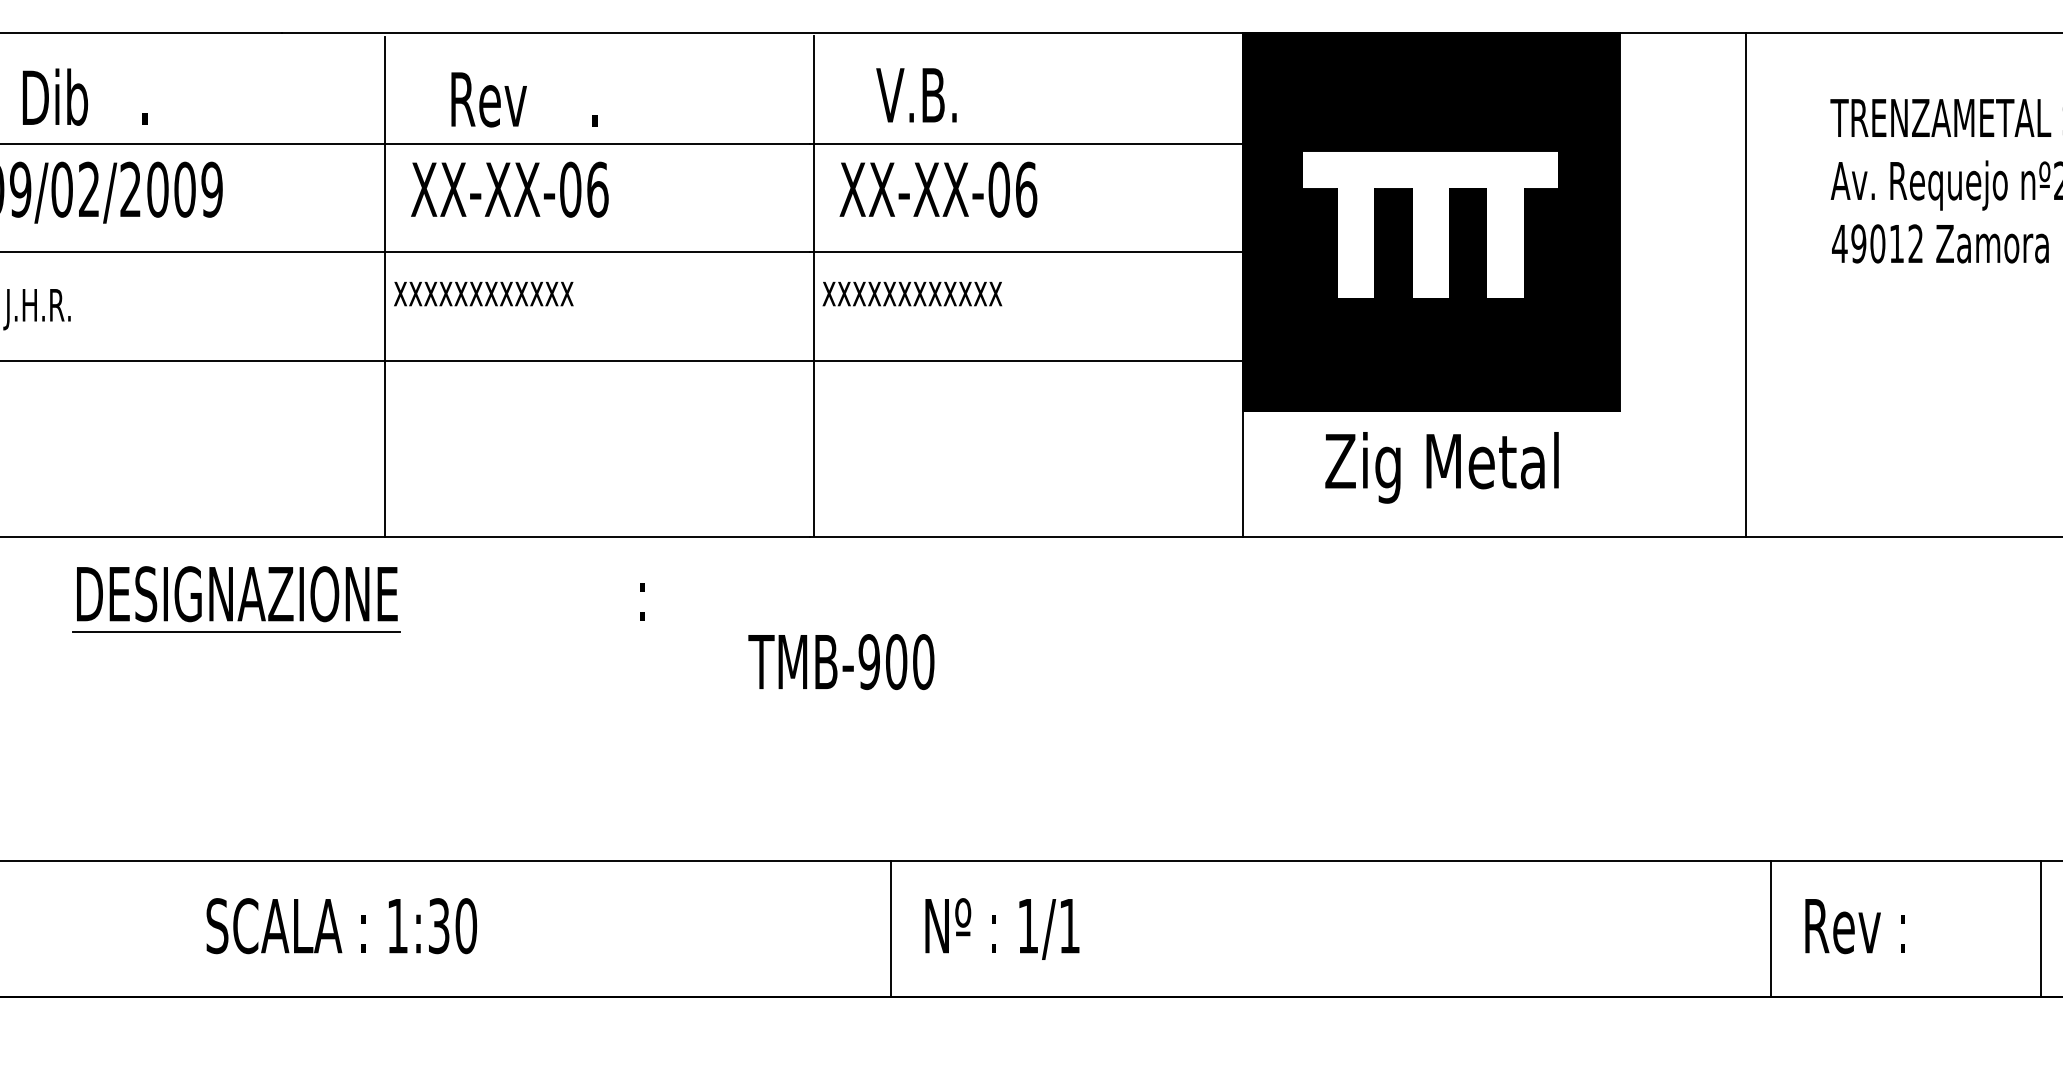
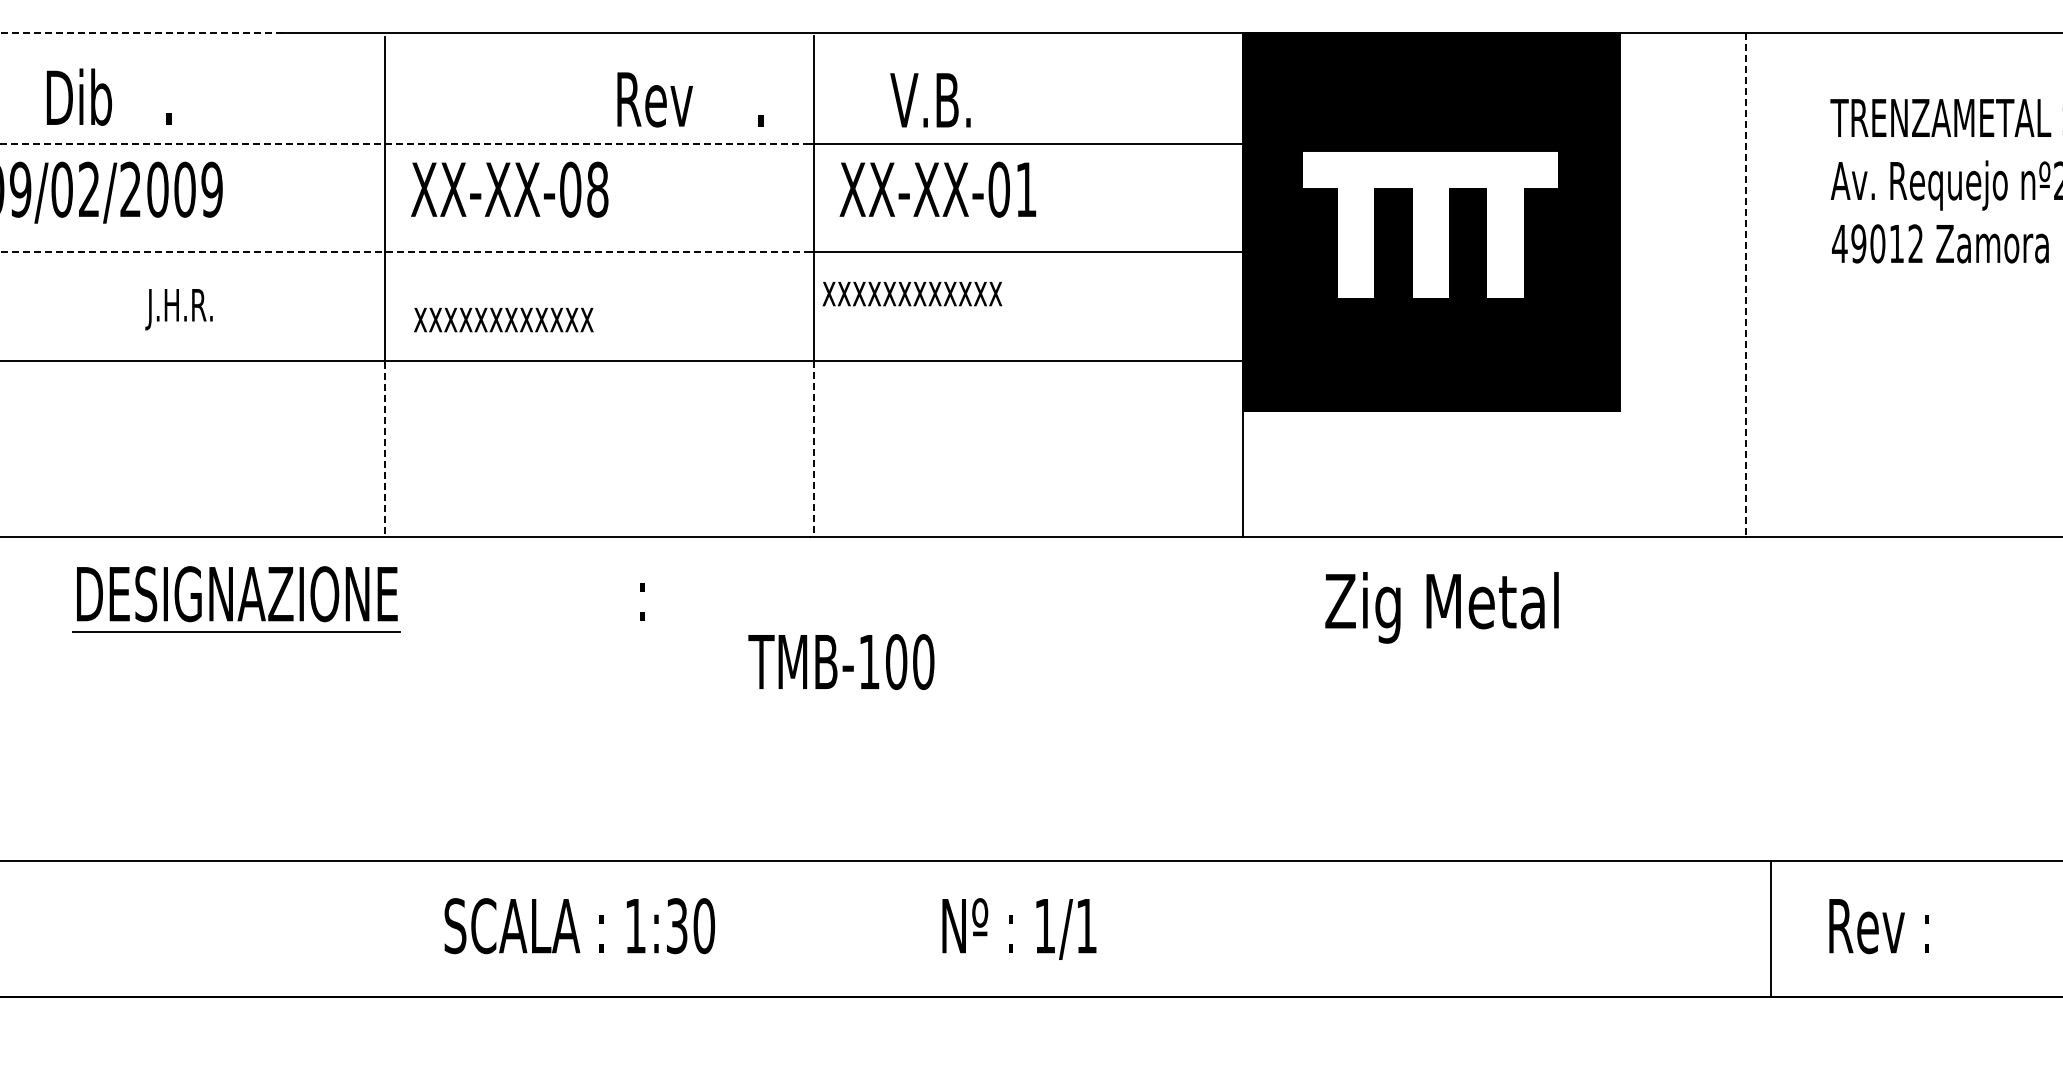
line at (141, 32): solid -> dashed
text at (916, 95) position: (916, 95) -> (930, 100)
text at (84, 96) position: (84, 96) -> (108, 96)
text at (524, 99) position: (524, 99) -> (690, 99)
line at (404, 144): solid -> dashed
text at (597, 189): XX-XX-06 -> XX-XX-08
text at (1026, 189): XX-XX-06 -> XX-XX-01
line at (405, 252): solid -> dashed
line at (1745, 284): solid -> dashed
text at (483, 294) position: (483, 294) -> (503, 320)
text at (36, 309) position: (36, 309) -> (178, 309)
line at (813, 448): solid -> dashed
line at (385, 449): solid -> dashed
text at (1441, 467) position: (1441, 467) -> (1441, 607)
text at (868, 662): TMB-900 -> TMB-100
text at (341, 926) position: (341, 926) -> (579, 926)
text at (1854, 926) position: (1854, 926) -> (1878, 926)
line at (890, 928): present -> none
text at (1002, 928) position: (1002, 928) -> (1019, 928)
line at (2041, 928): present -> none
